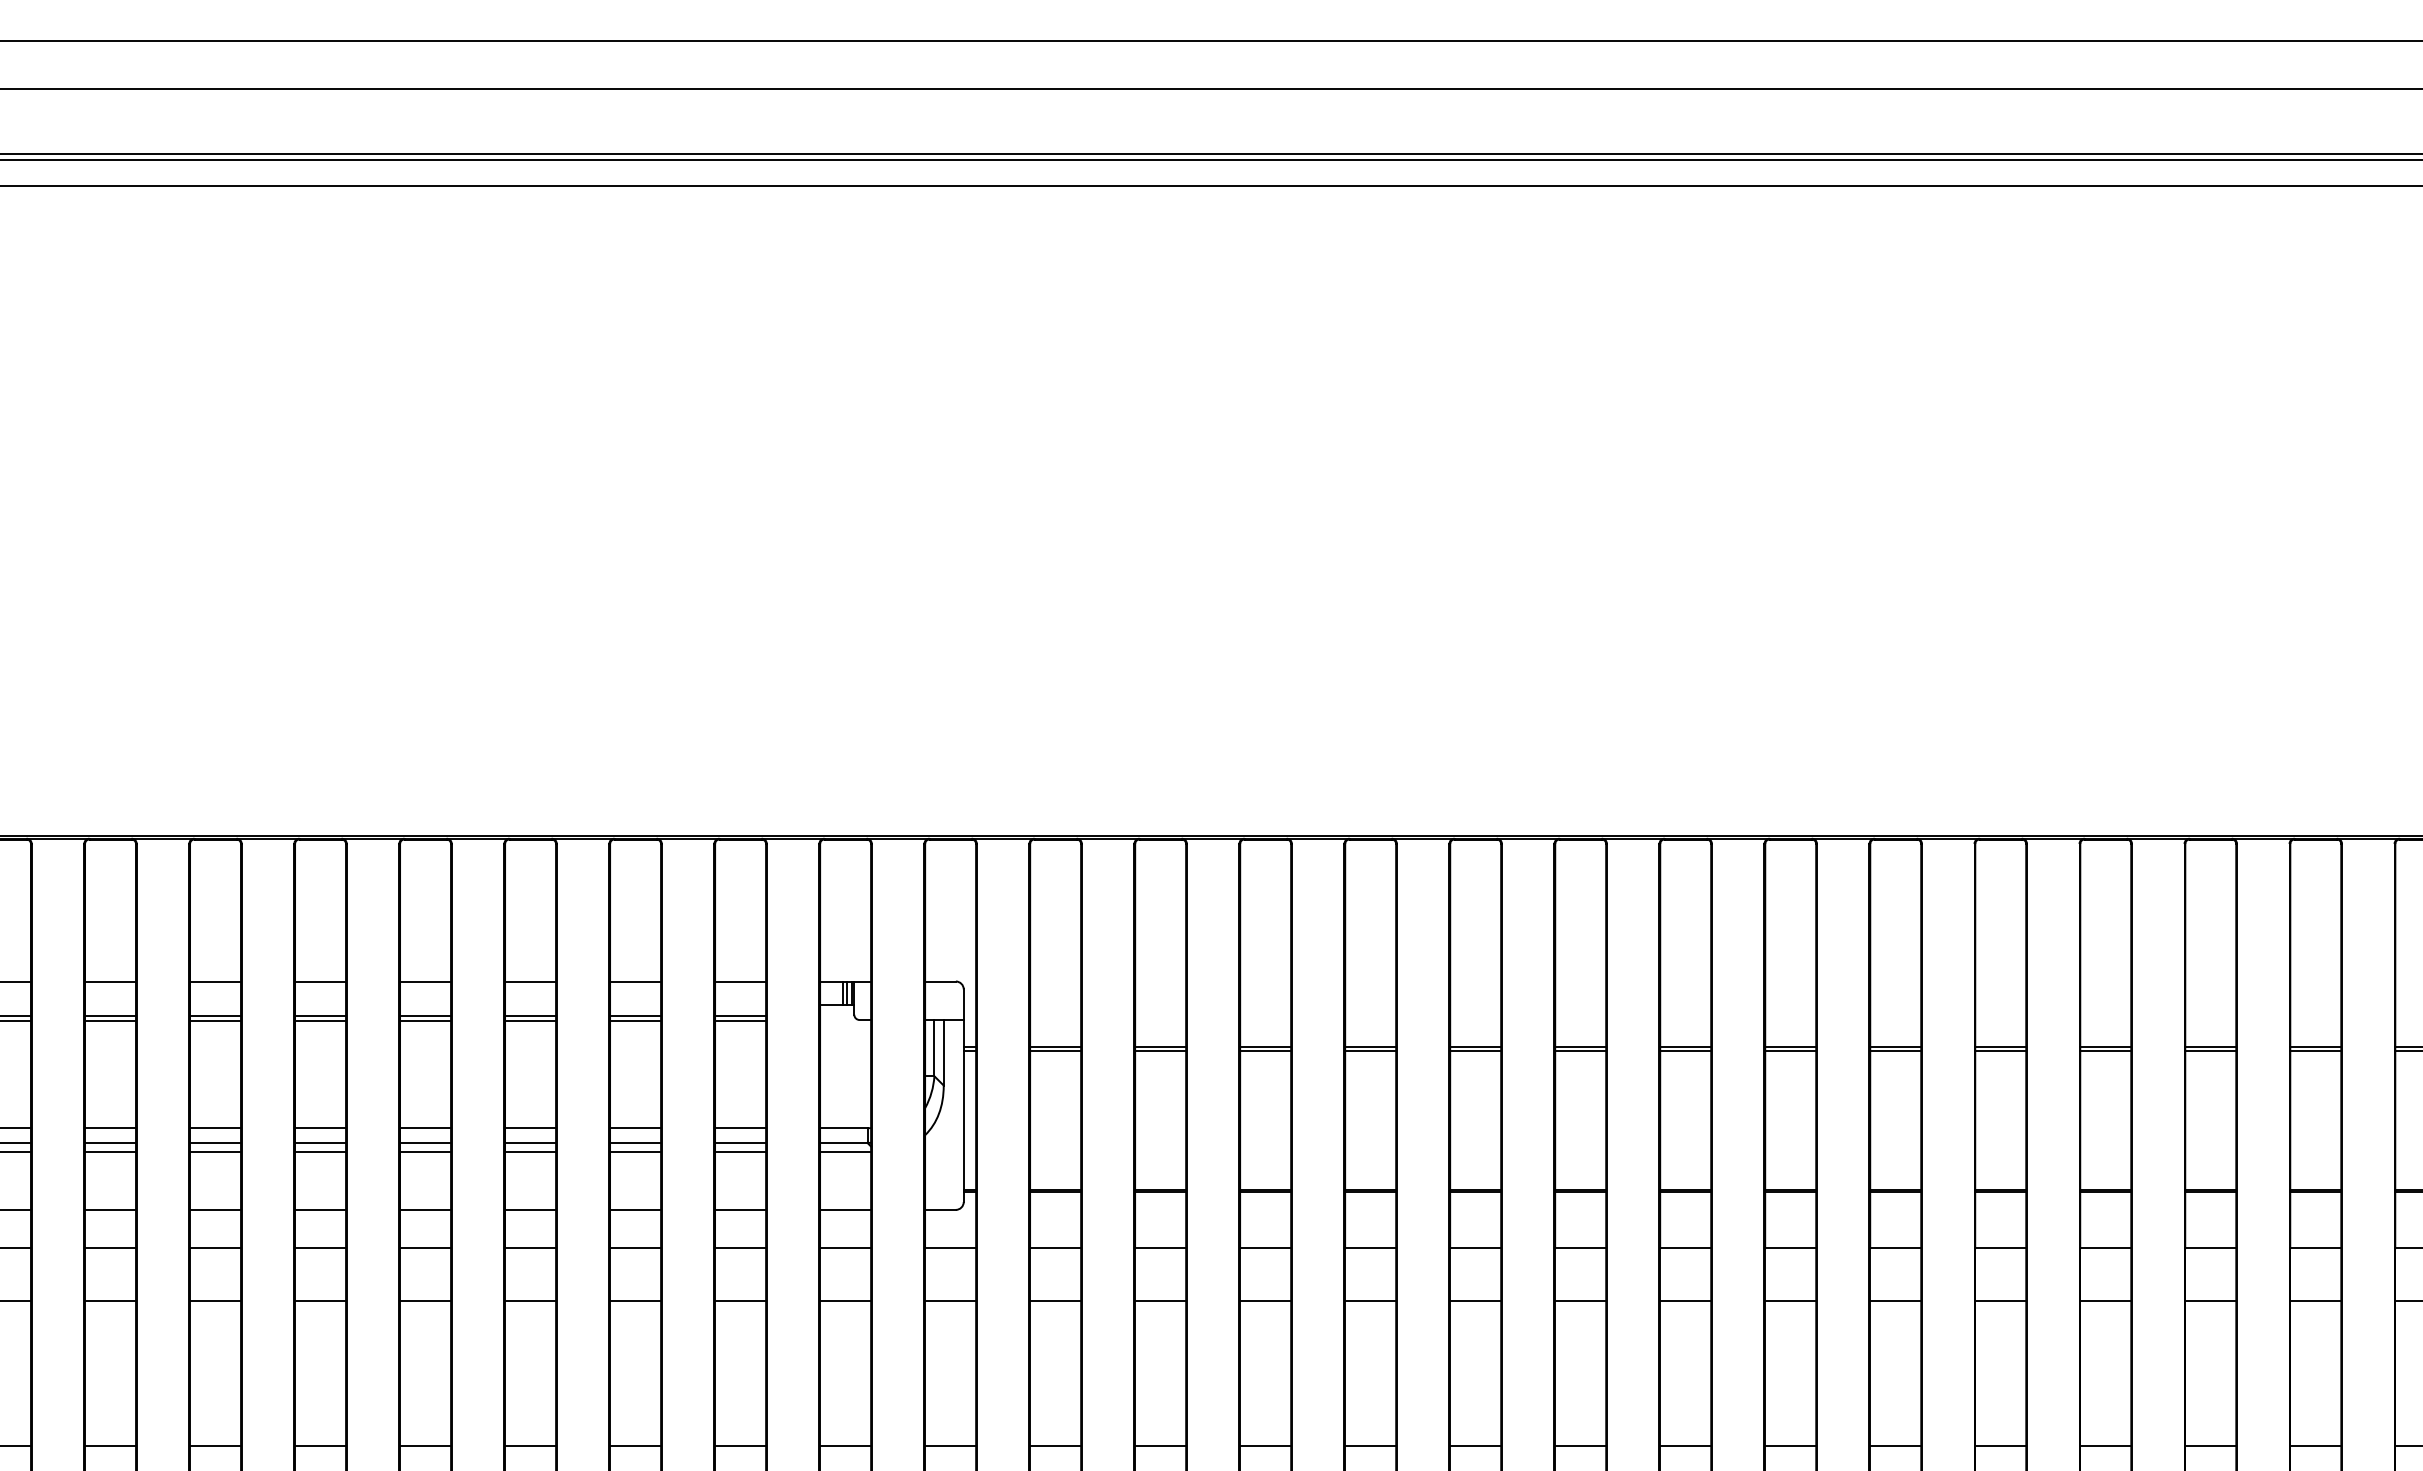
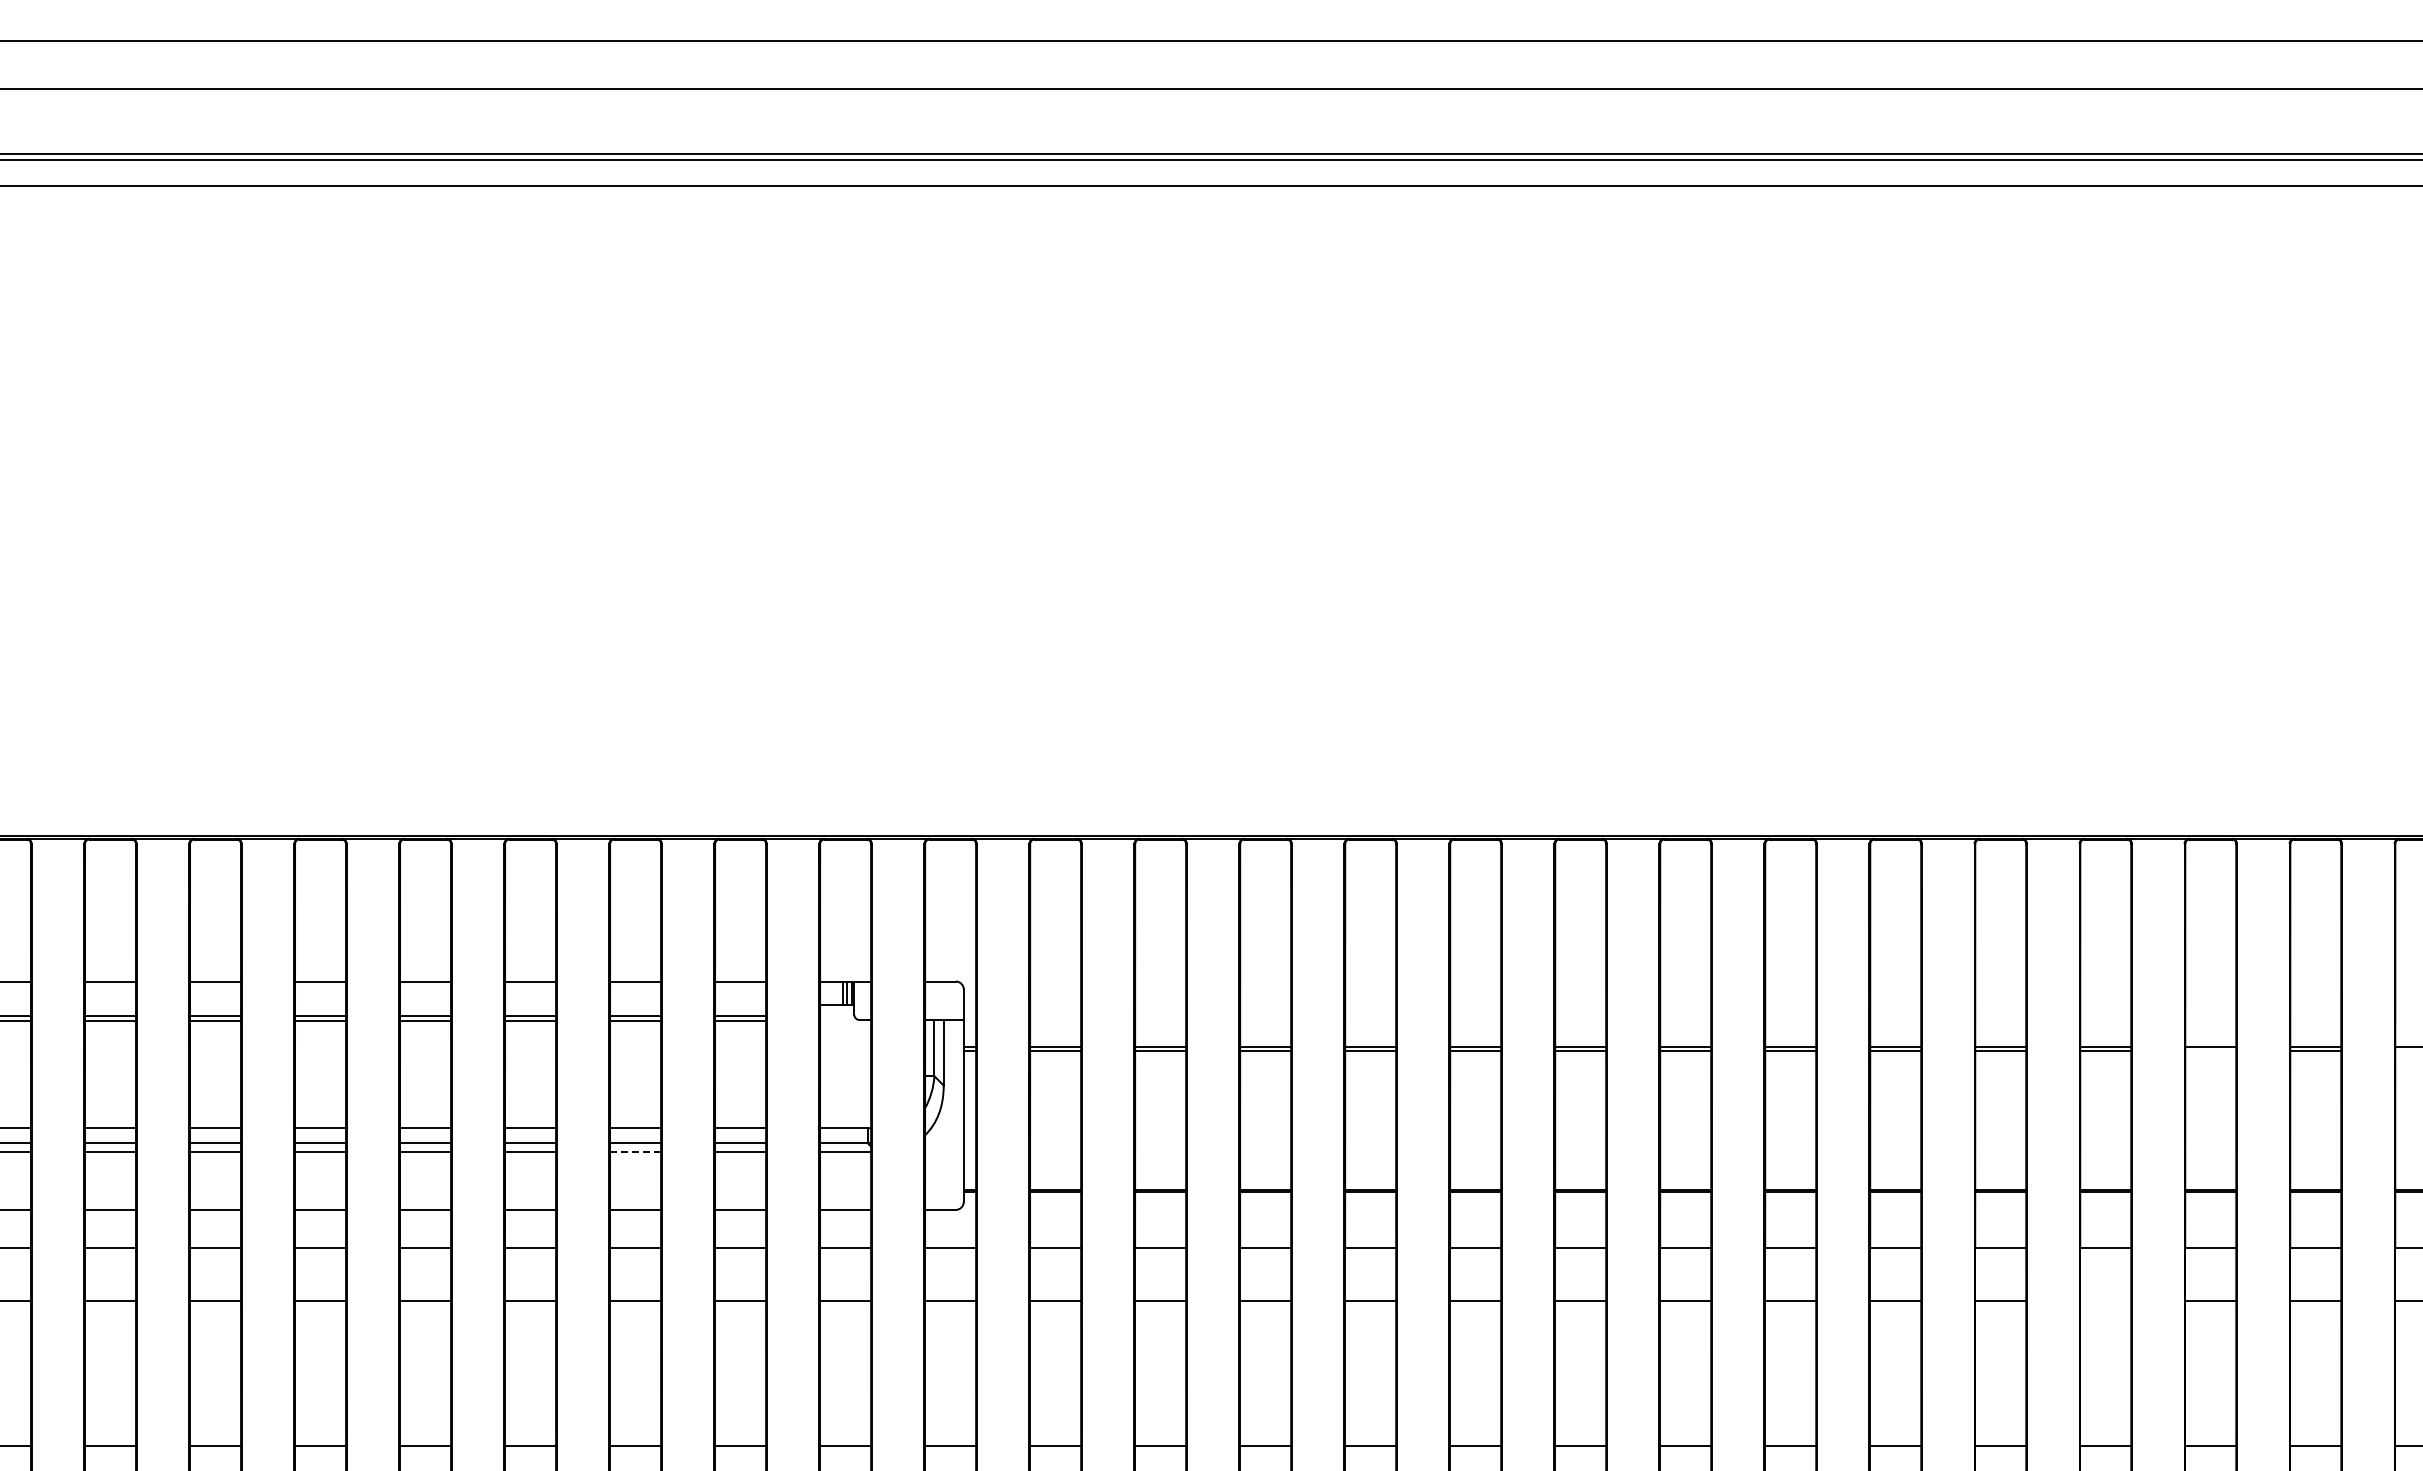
line at (2210, 1050): present -> none
line at (2407, 1050): present -> none
line at (635, 1152): solid -> dashed
line at (2105, 1300): present -> none
